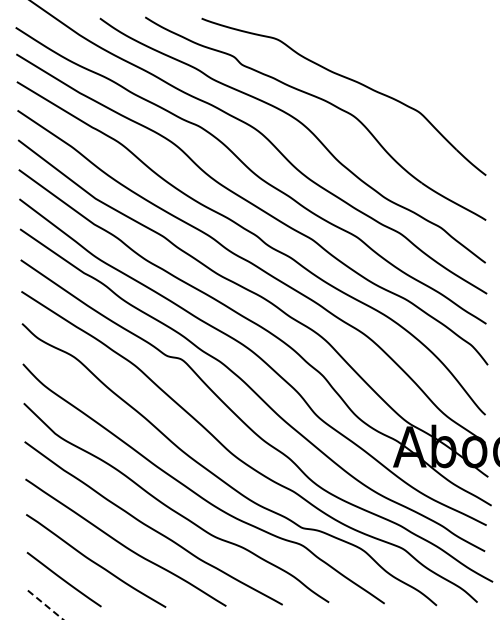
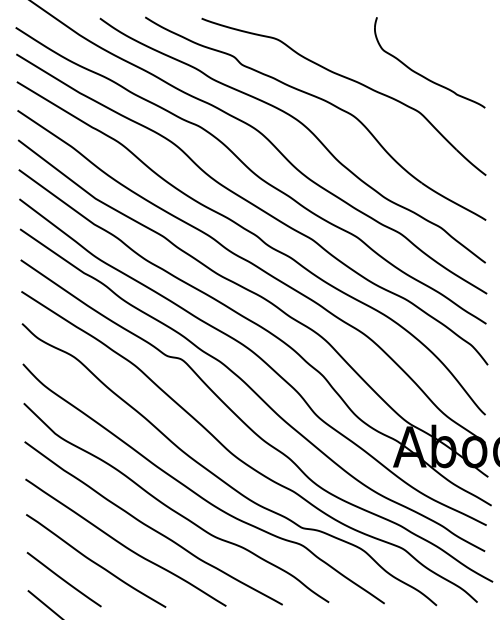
part at (423, 75): none -> present
line at (45, 605): dashed -> solid
